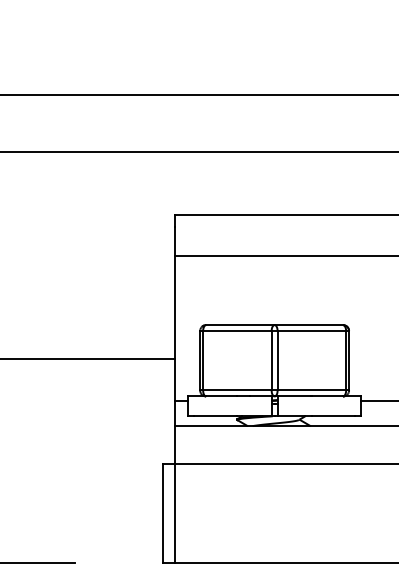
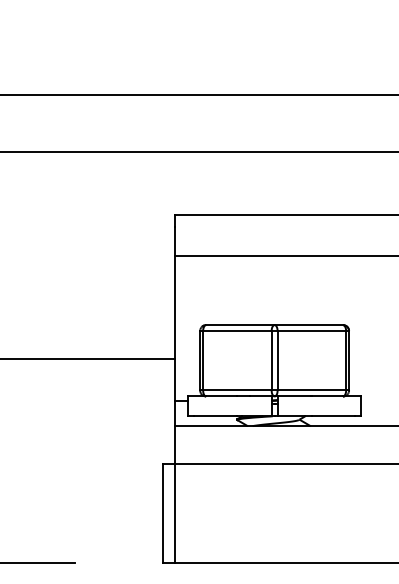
line at (378, 401): present -> none
